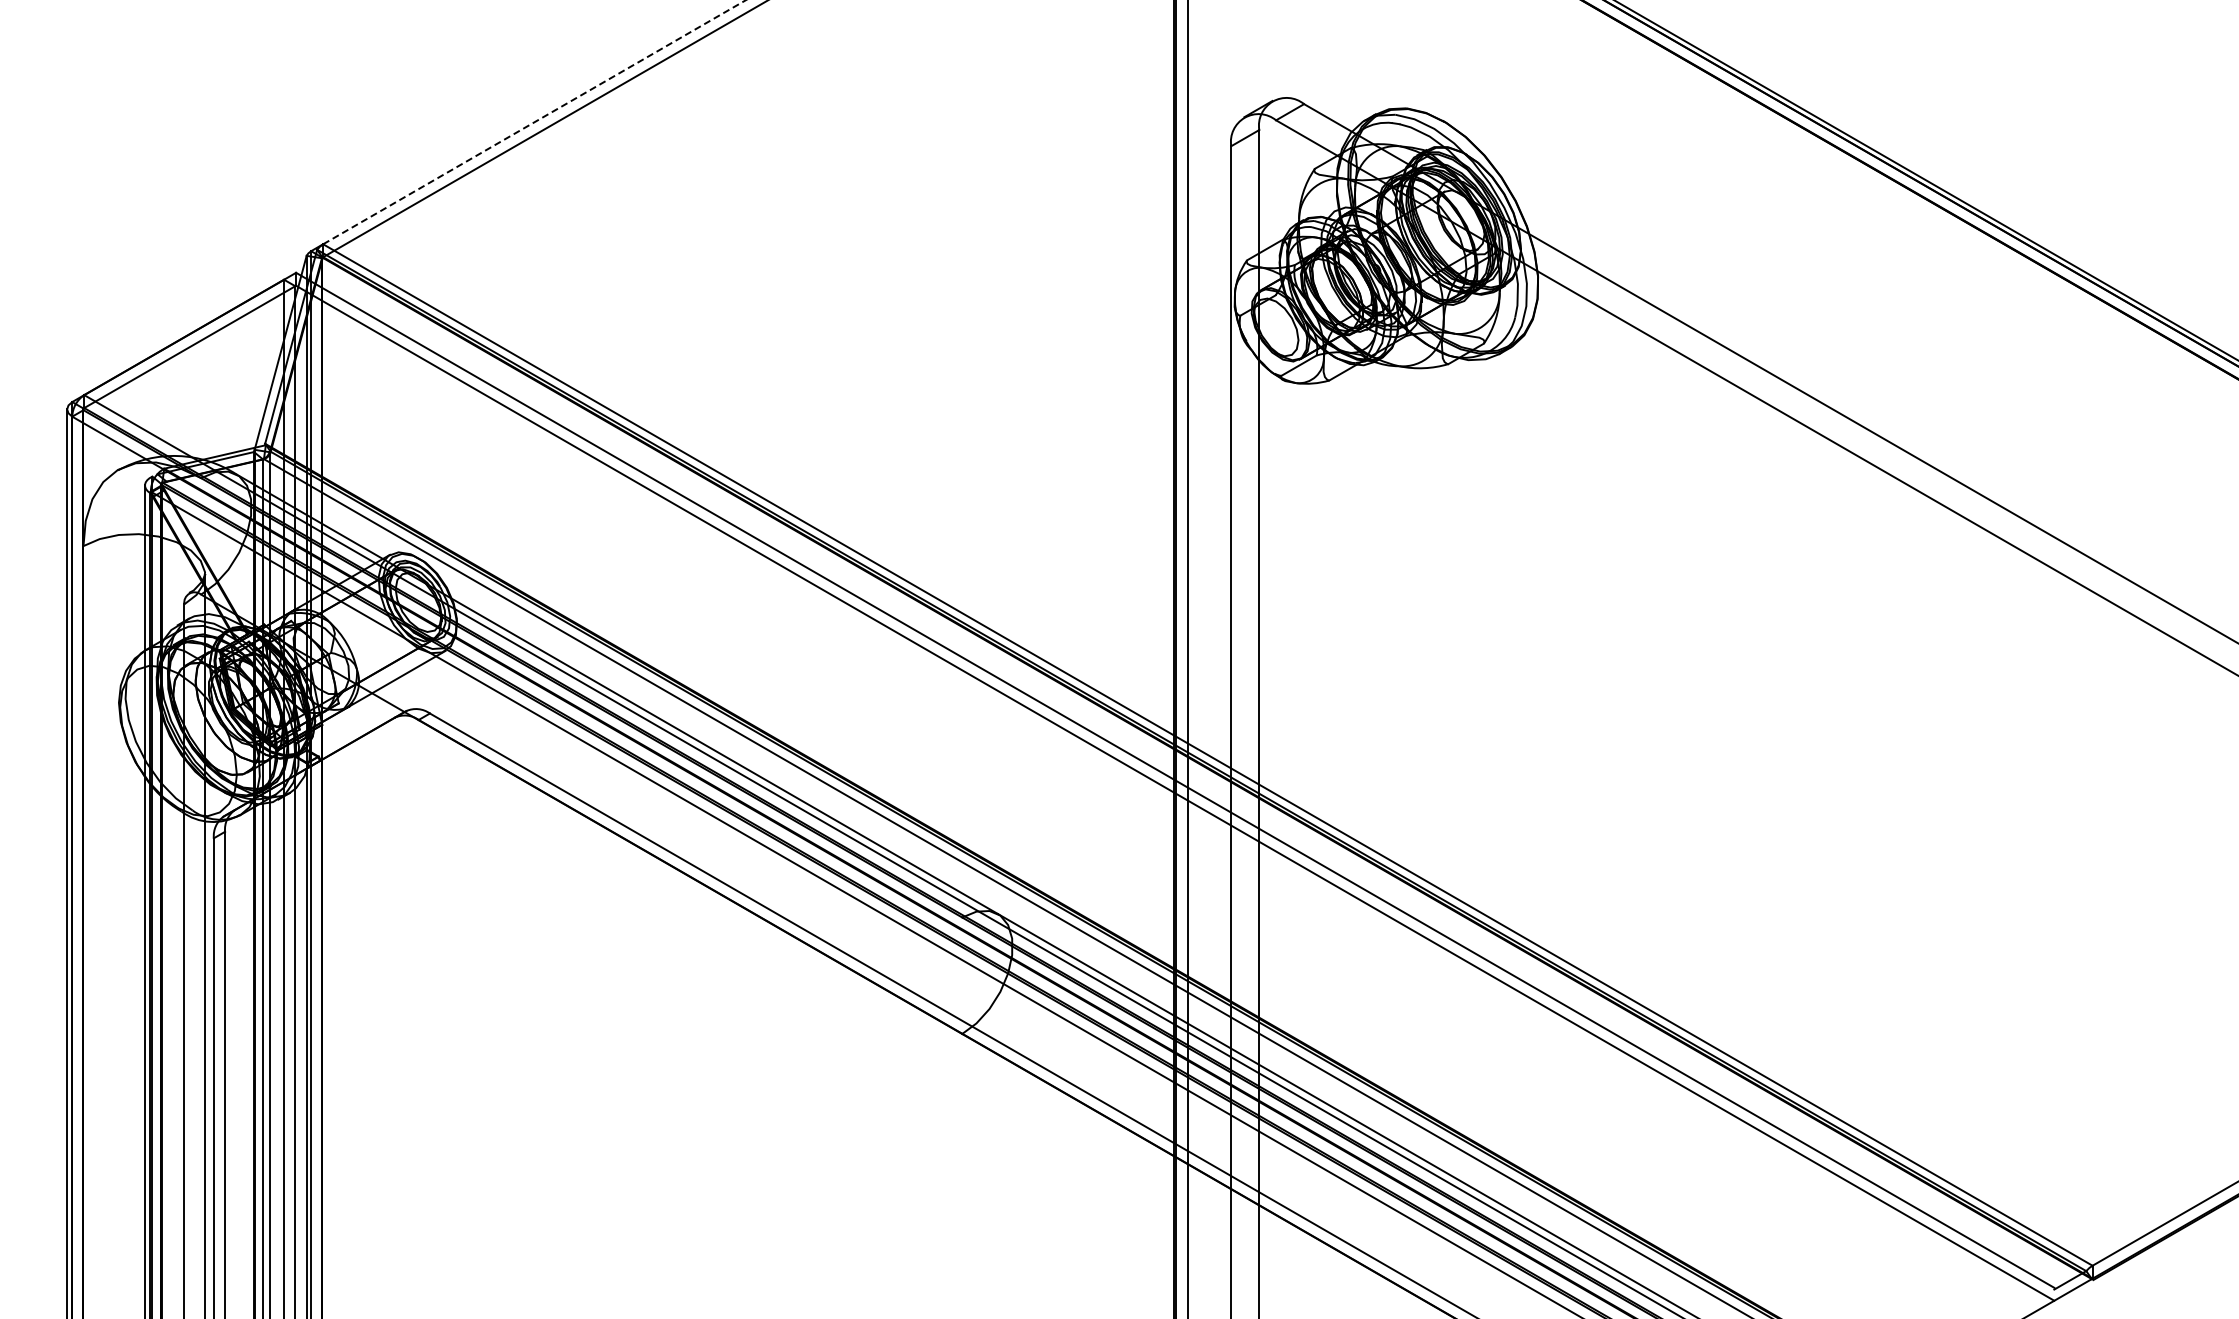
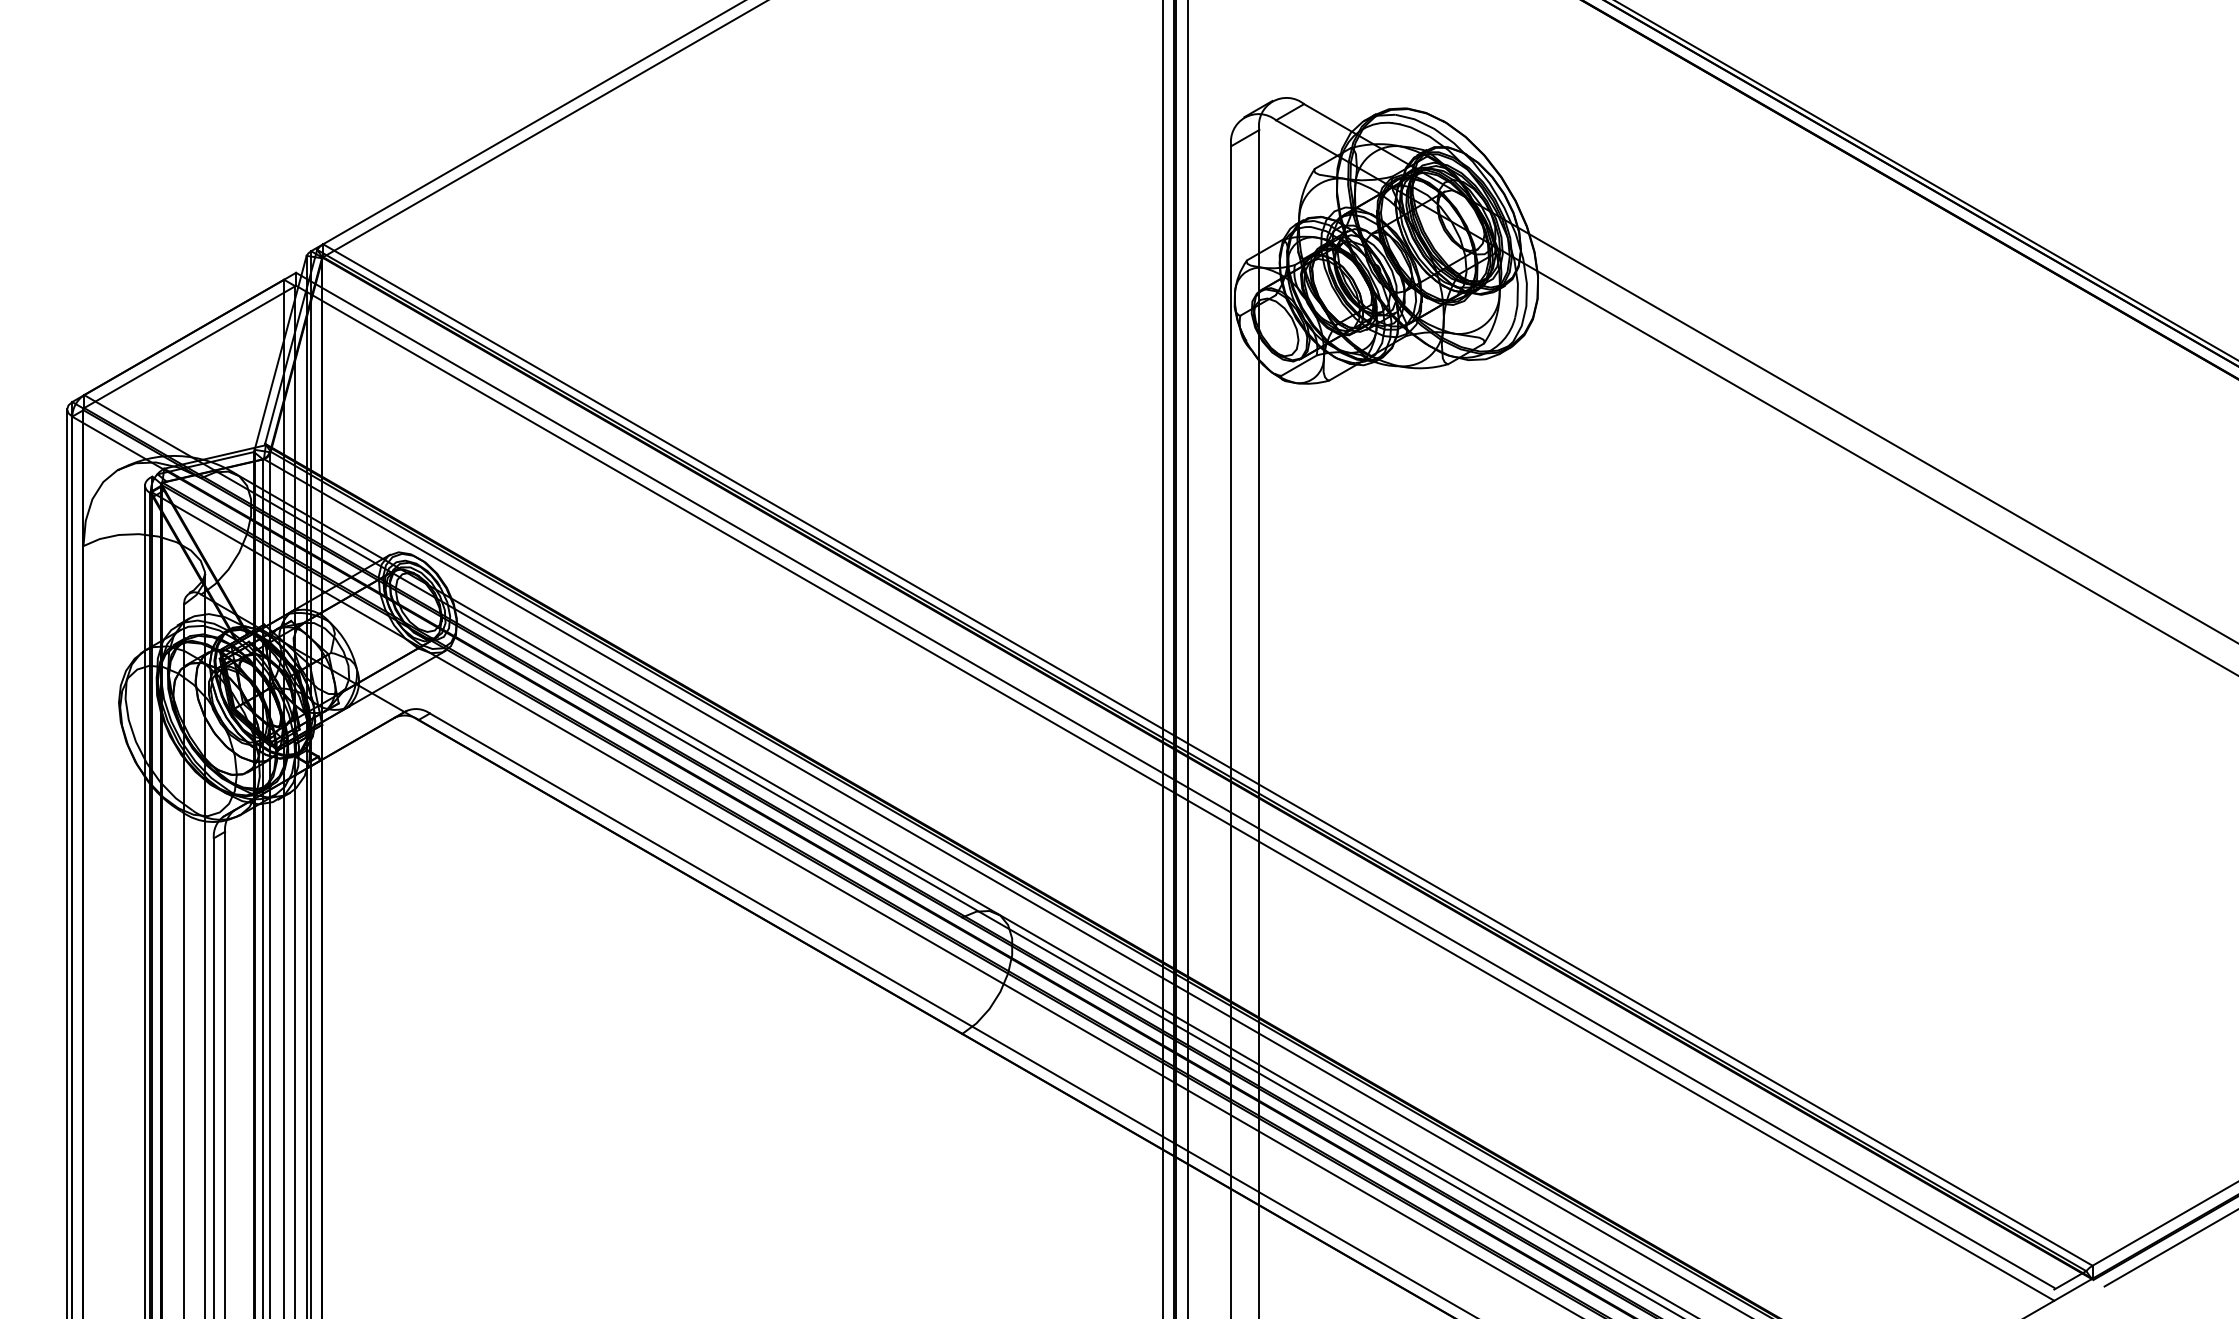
line at (534, 122): dashed -> solid
line at (1162, 658): none -> present
line at (2169, 1248): none -> present
